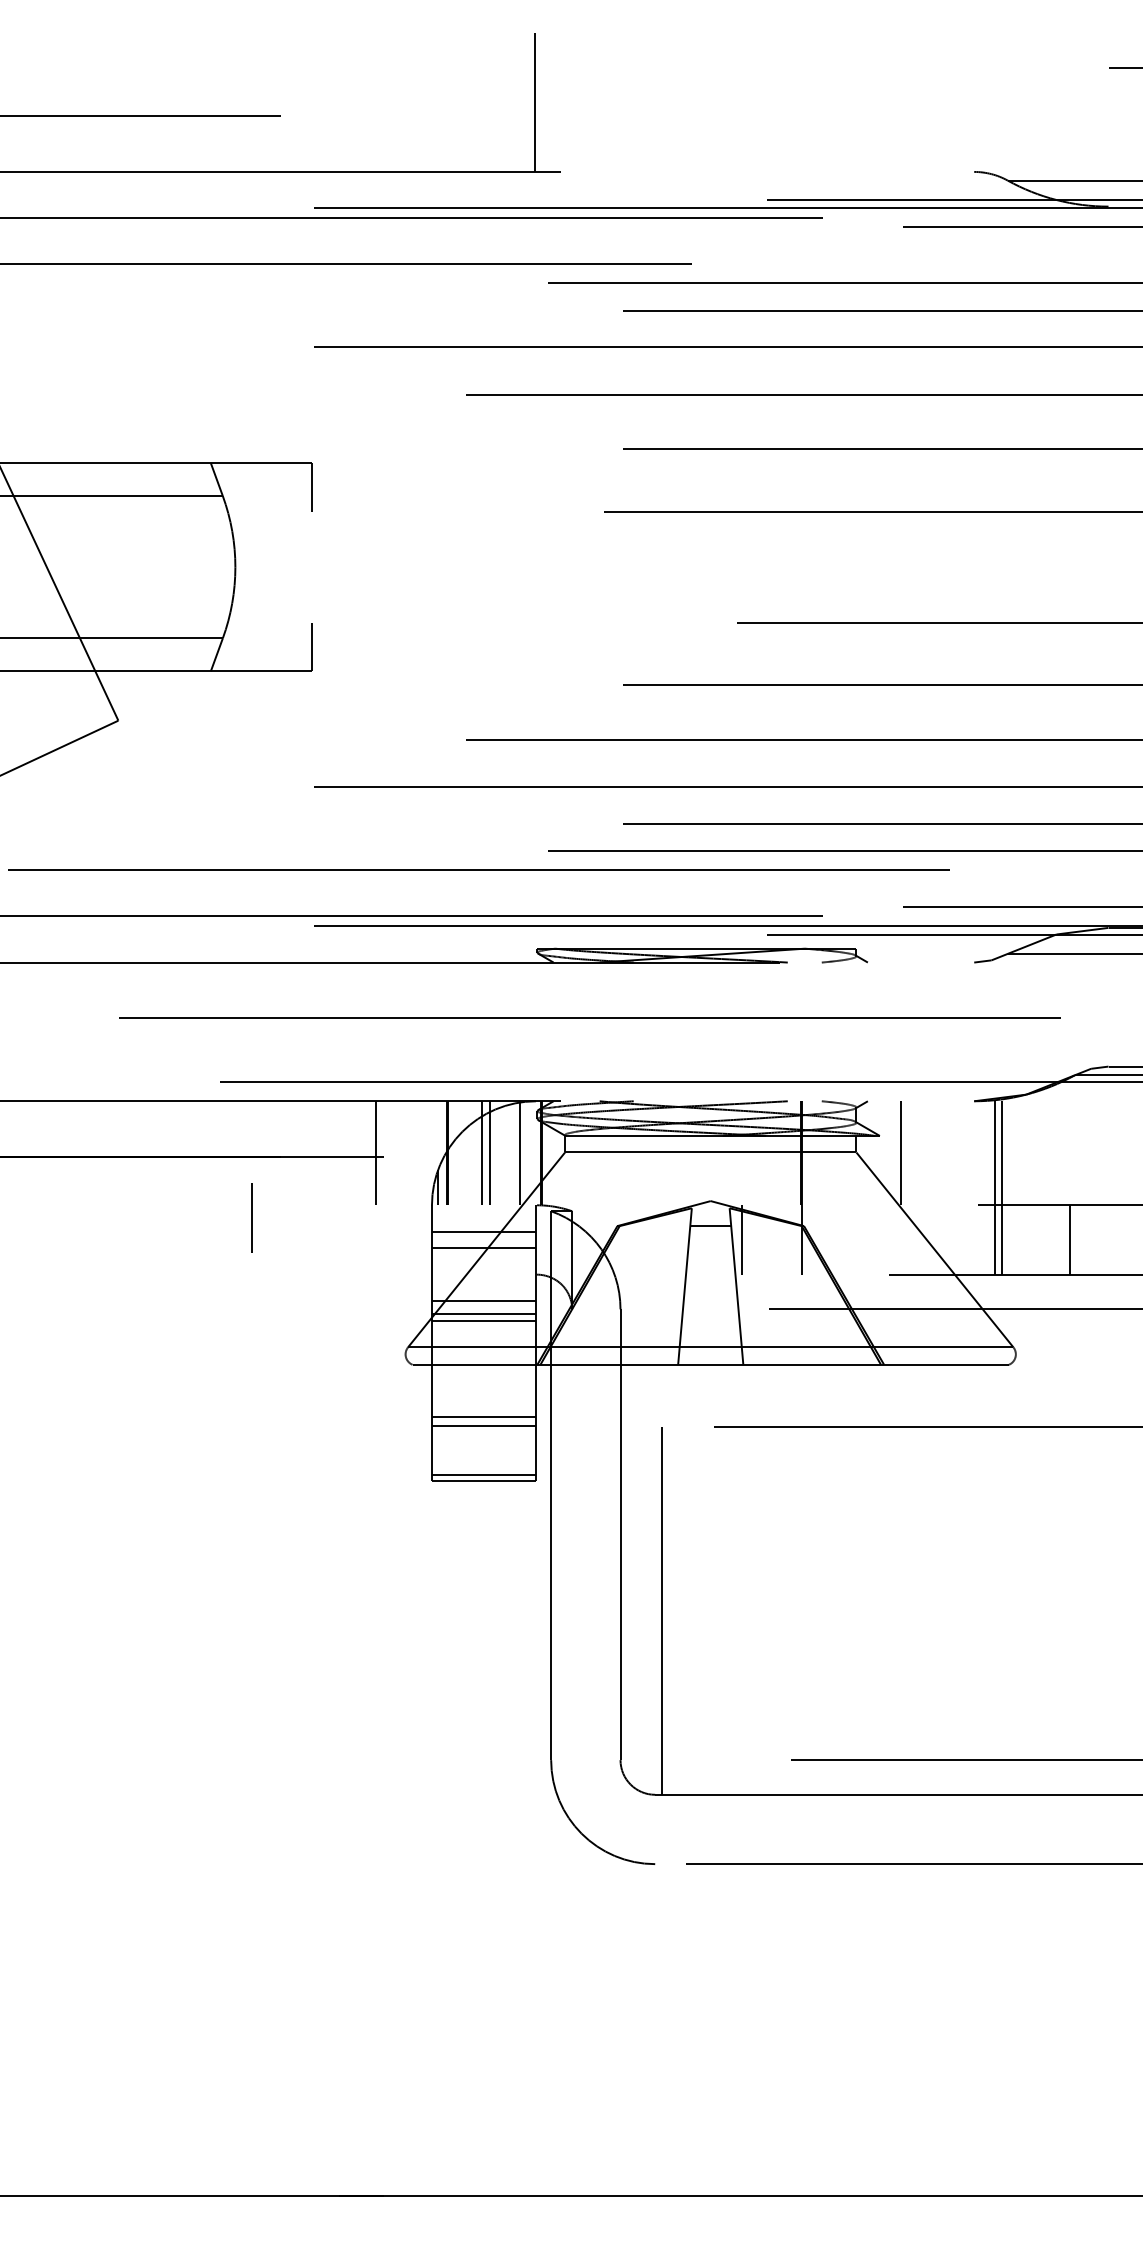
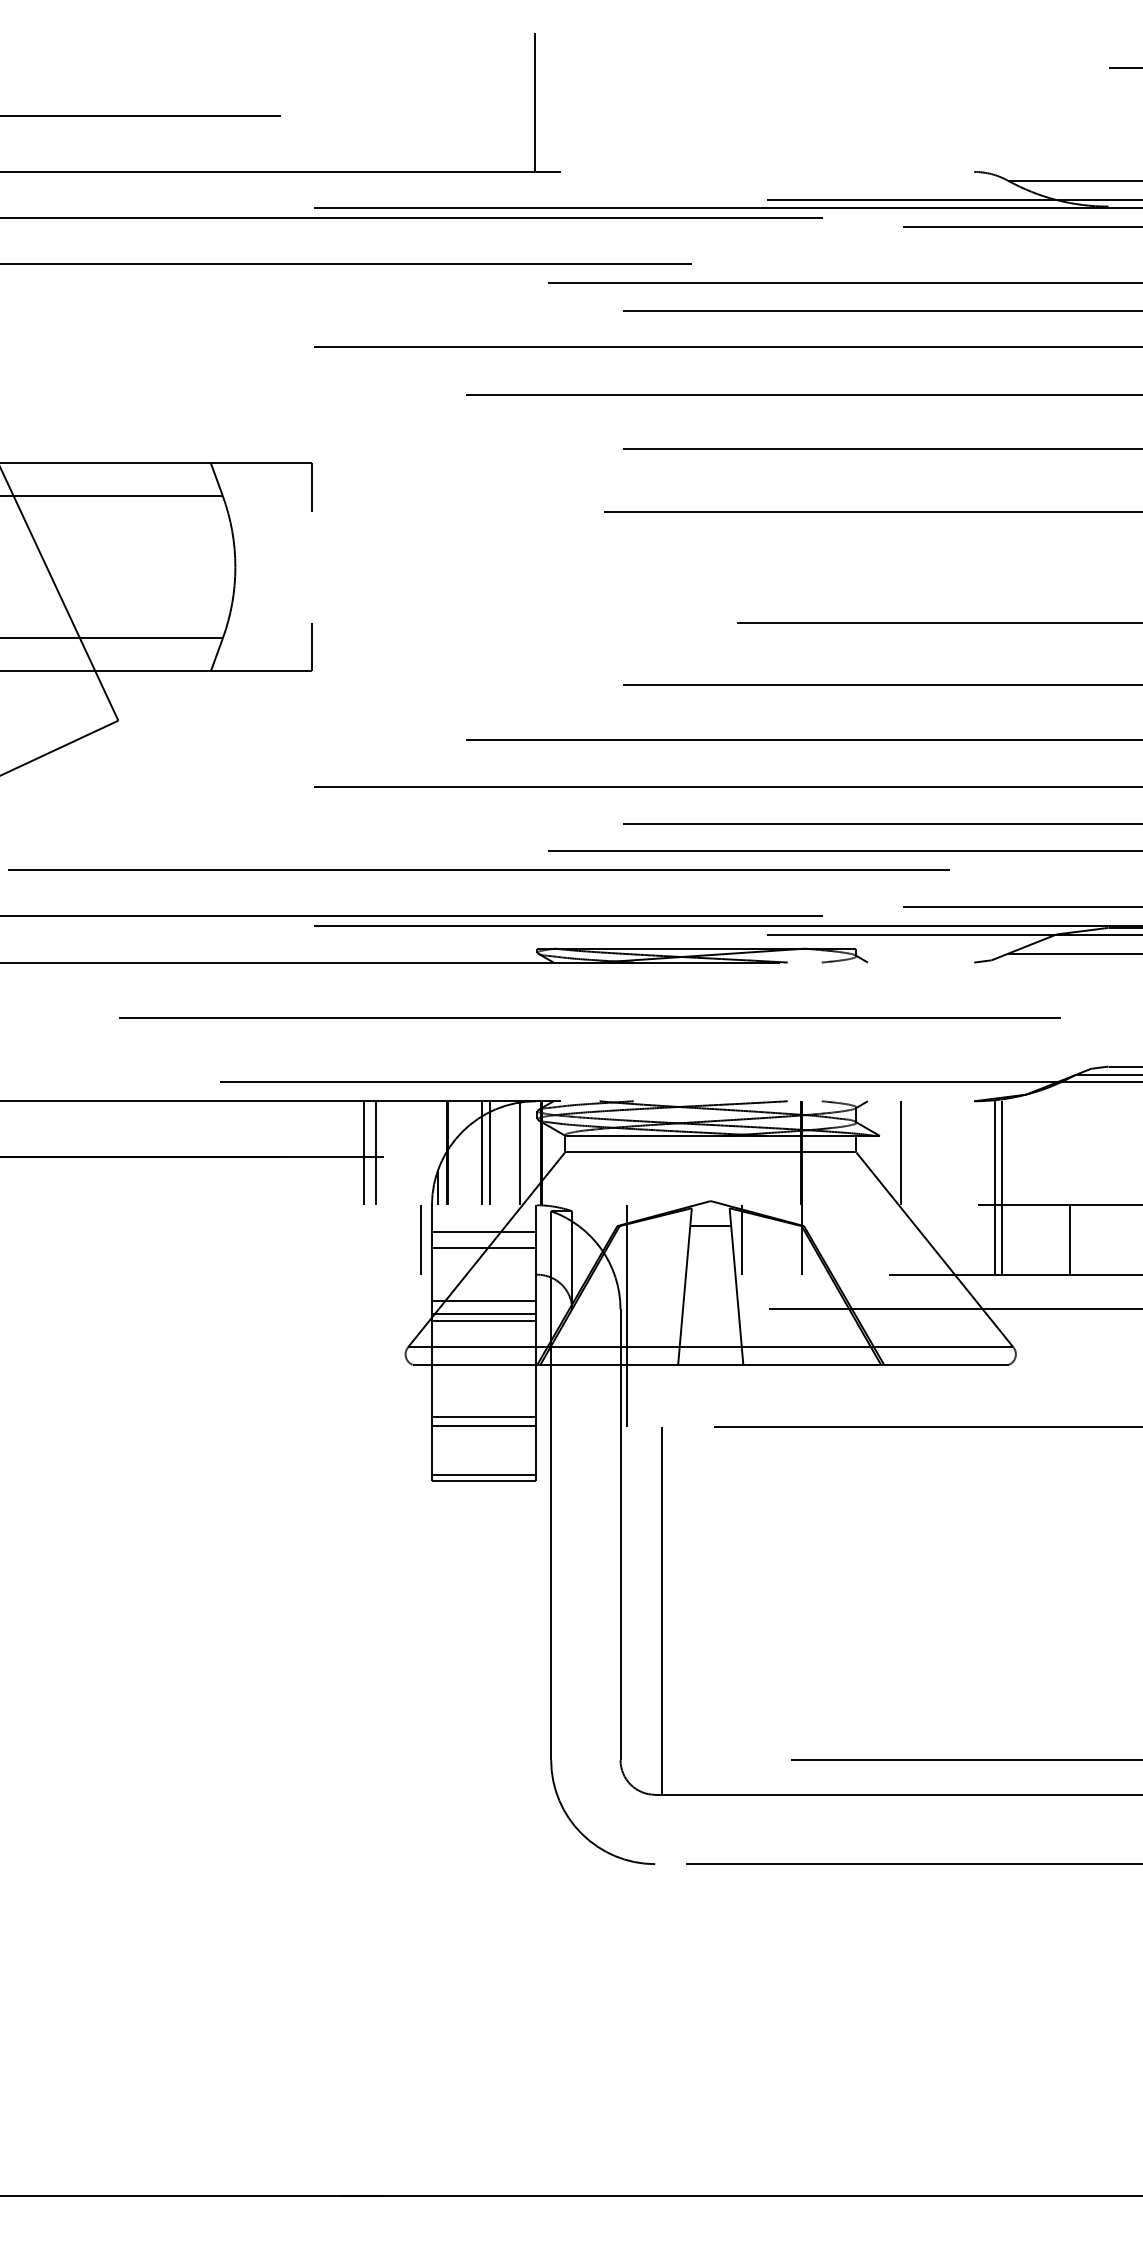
line at (363, 1153): none -> present
line at (251, 1217) position: (251, 1217) -> (420, 1239)
line at (627, 1316): none -> present
